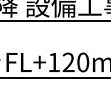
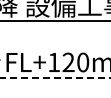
line at (55, 77): solid -> dashed
